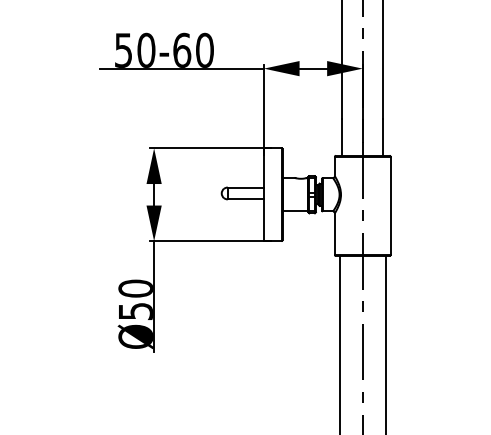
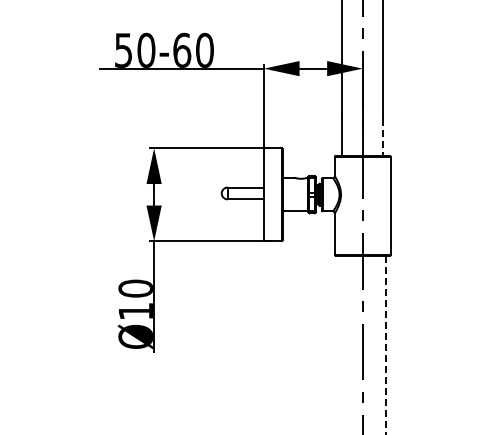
line at (383, 138): solid -> dashed
text at (135, 311): Ø50 -> Ø10
line at (339, 343): present -> none
line at (385, 346): solid -> dashed
